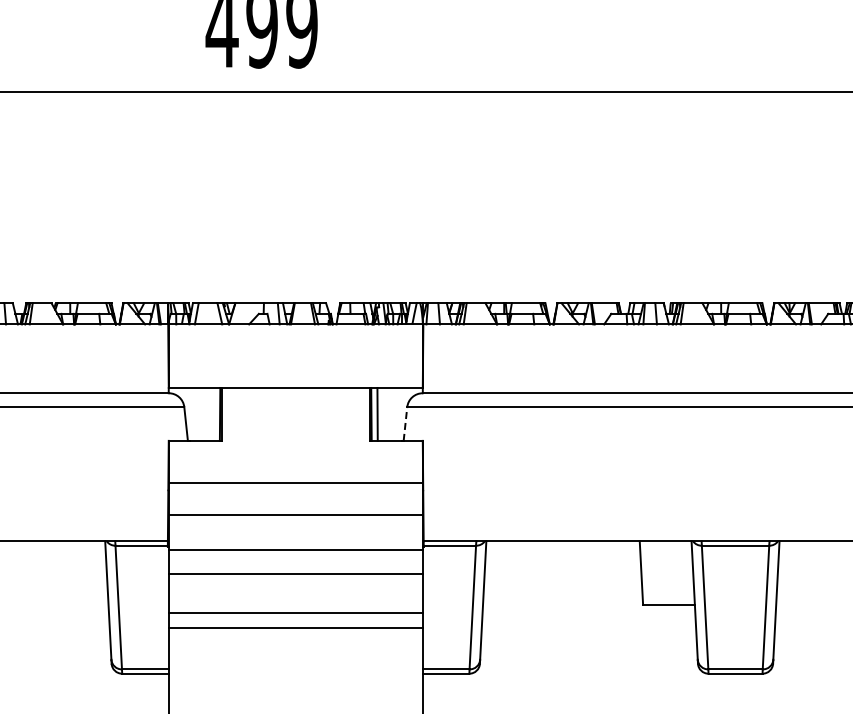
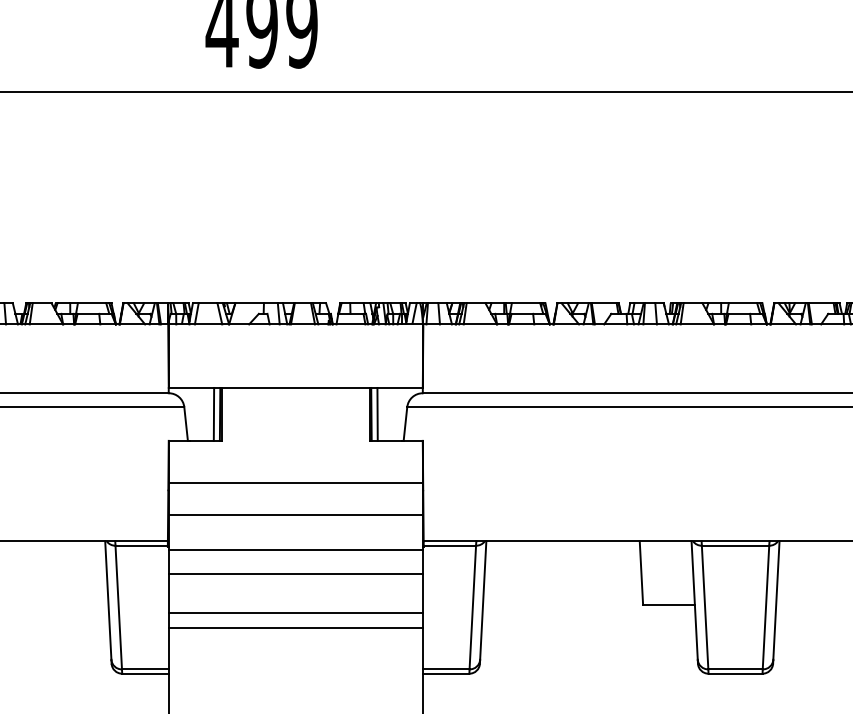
line at (213, 413): none -> present
line at (405, 424): dashed -> solid
